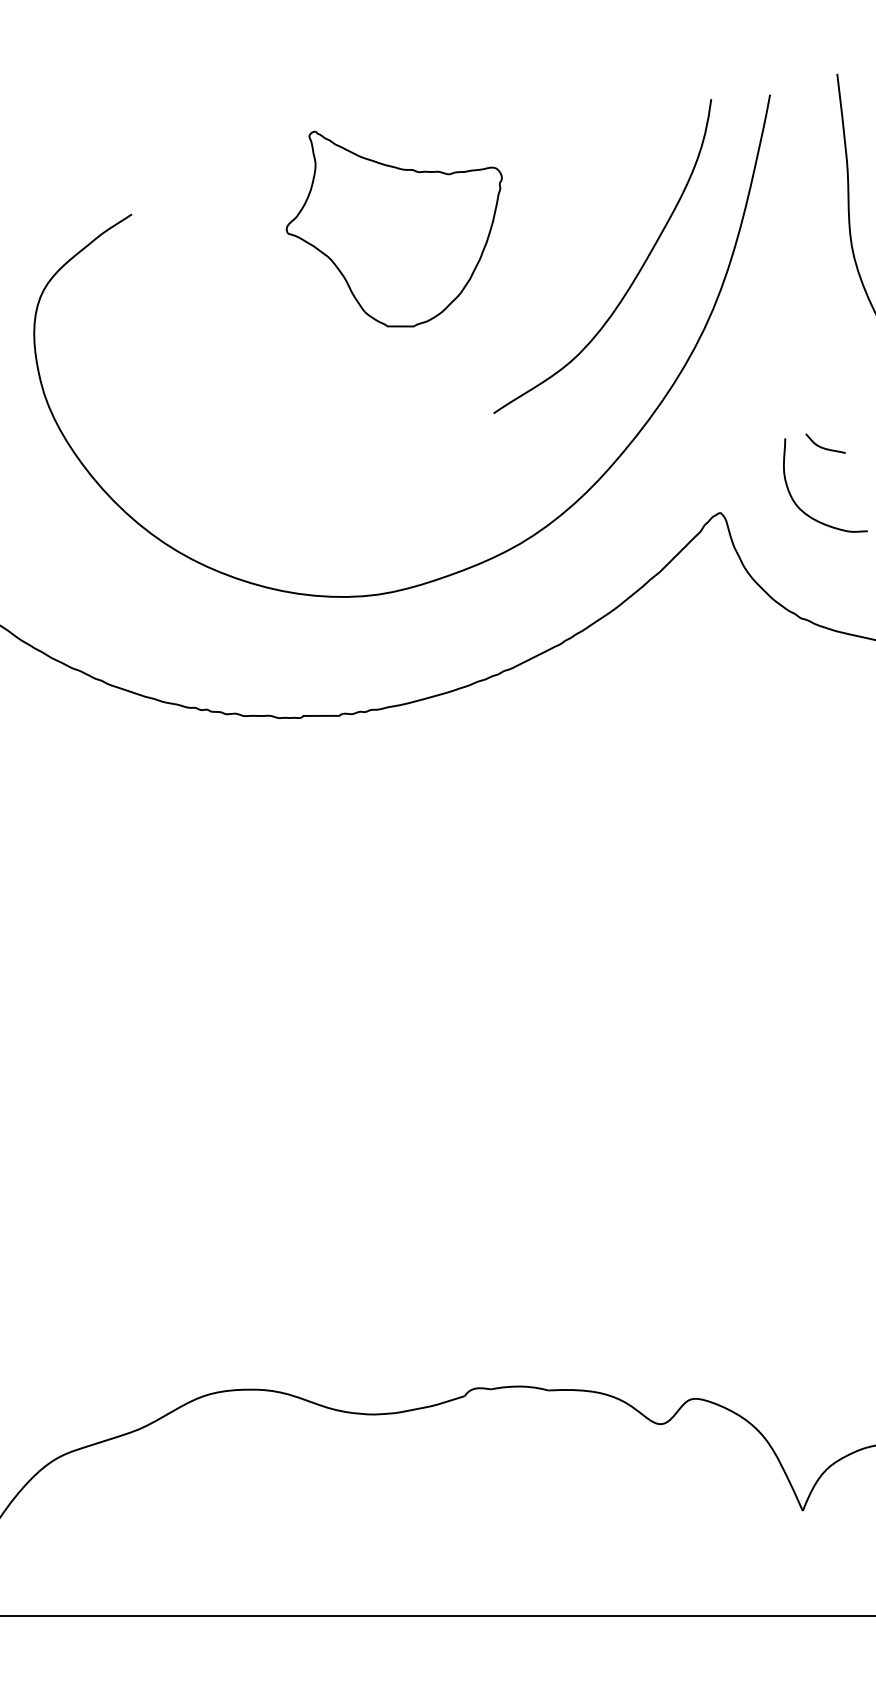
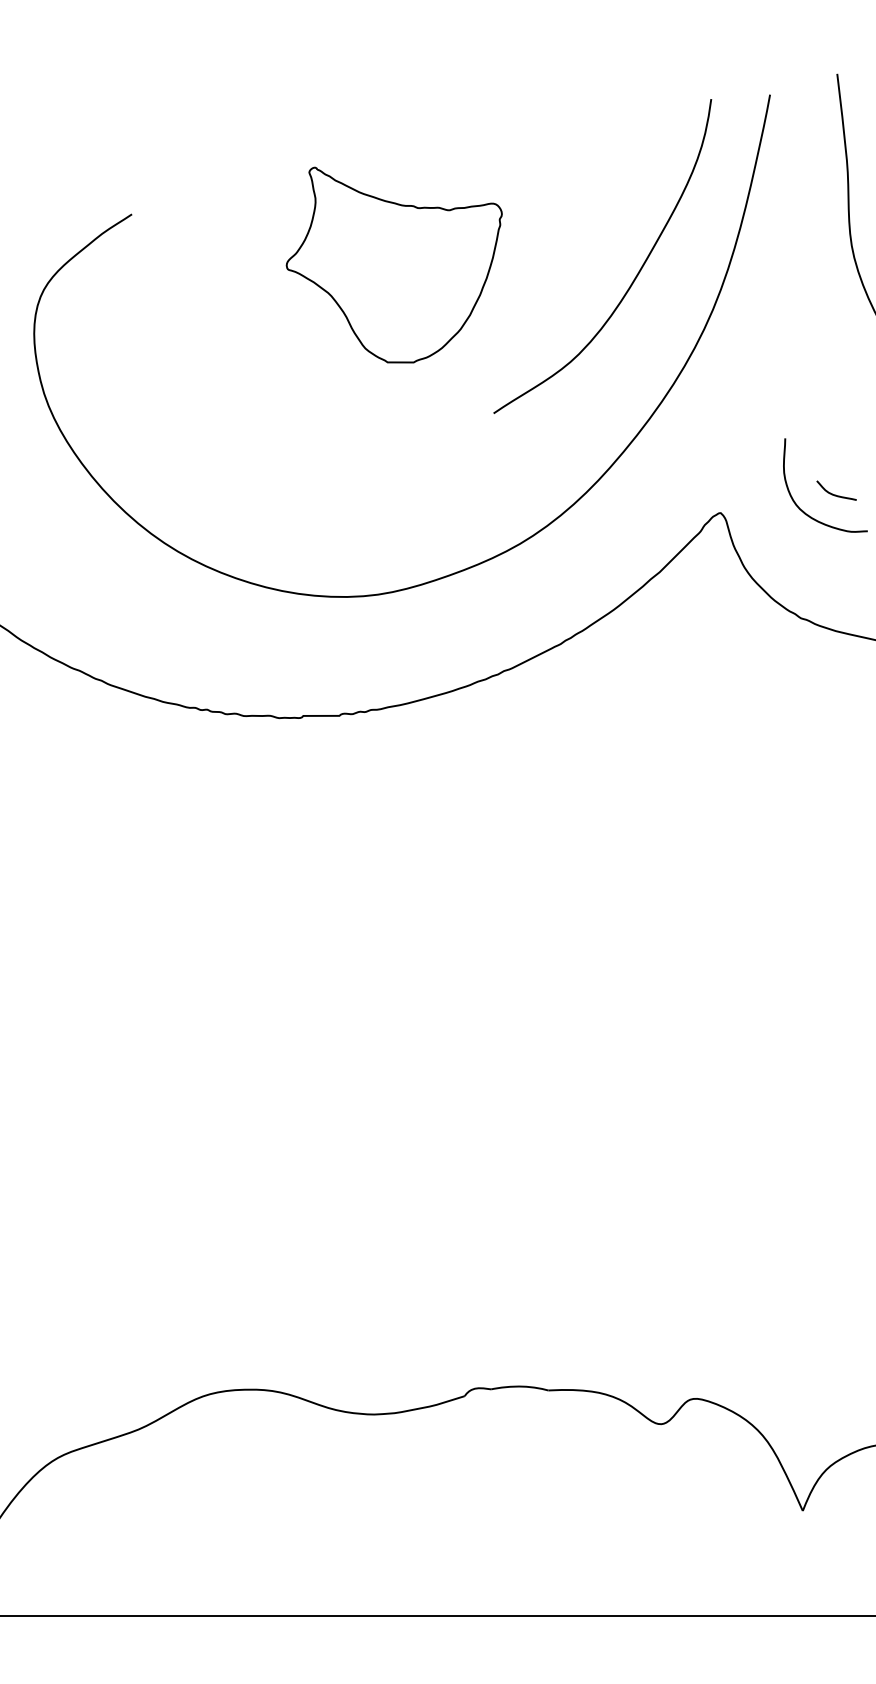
part at (393, 228) position: (393, 228) -> (393, 264)
curve at (825, 447) position: (825, 447) -> (836, 494)
